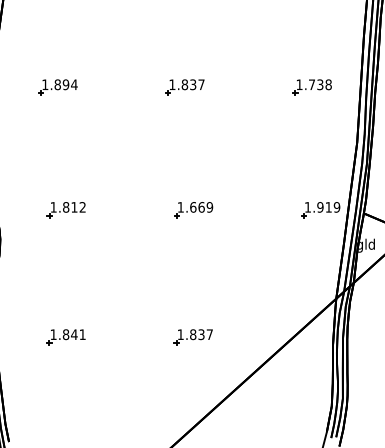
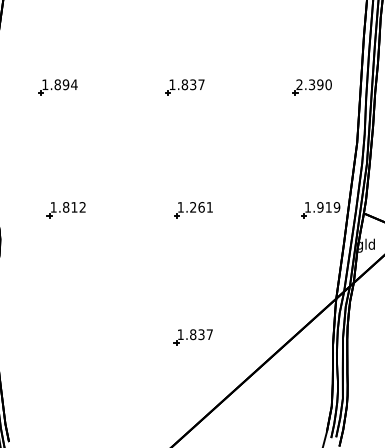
text at (313, 84): 1.738 -> 2.390
text at (201, 207): 1.669 -> 1.261
part at (65, 337): present -> none
